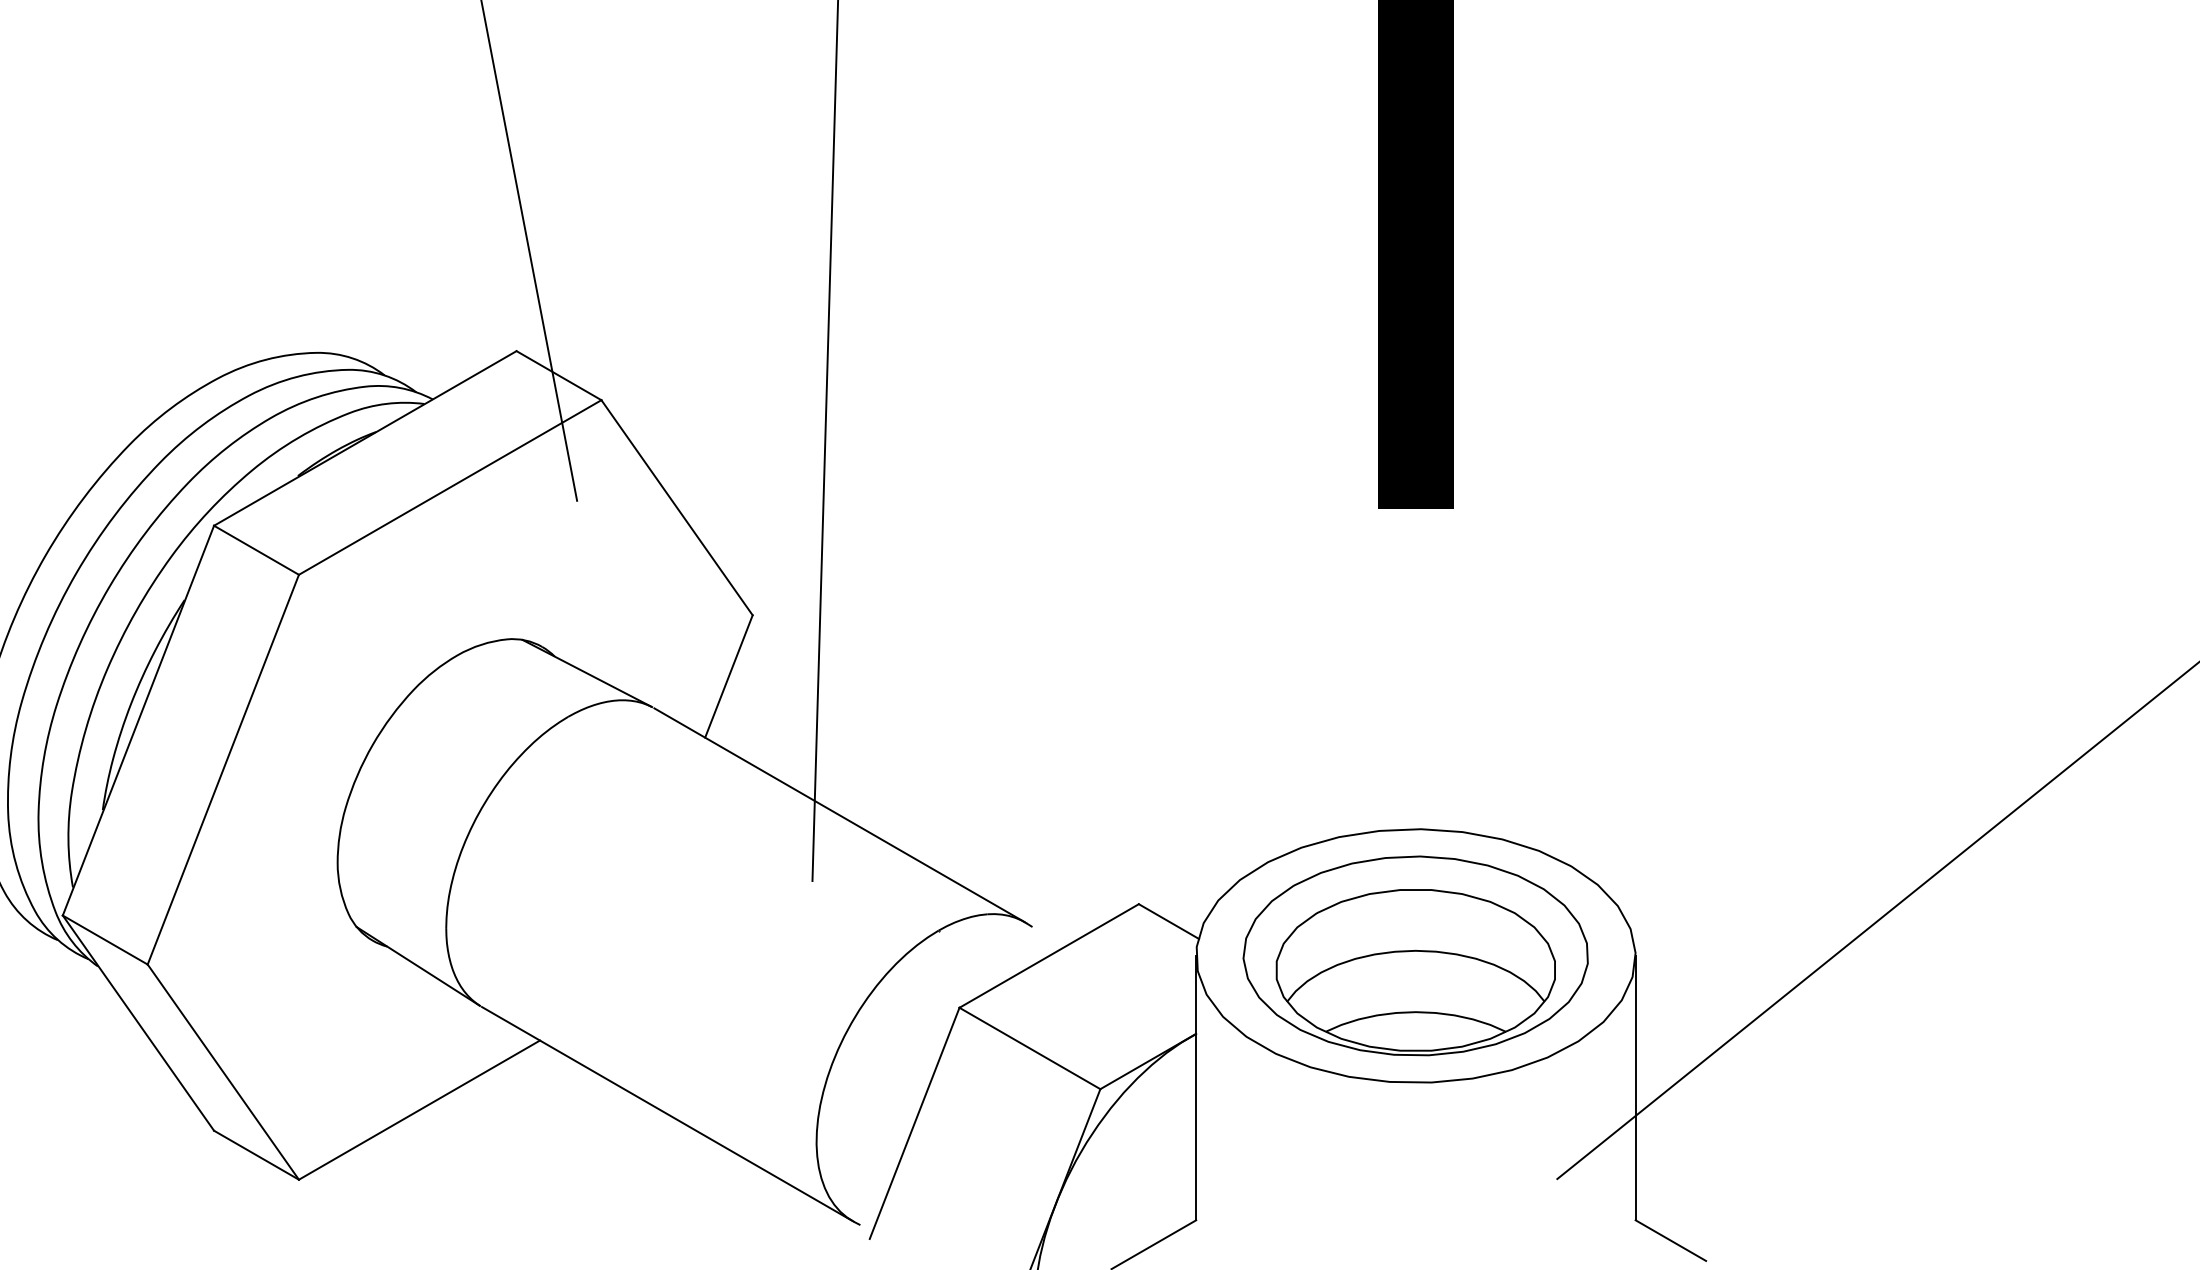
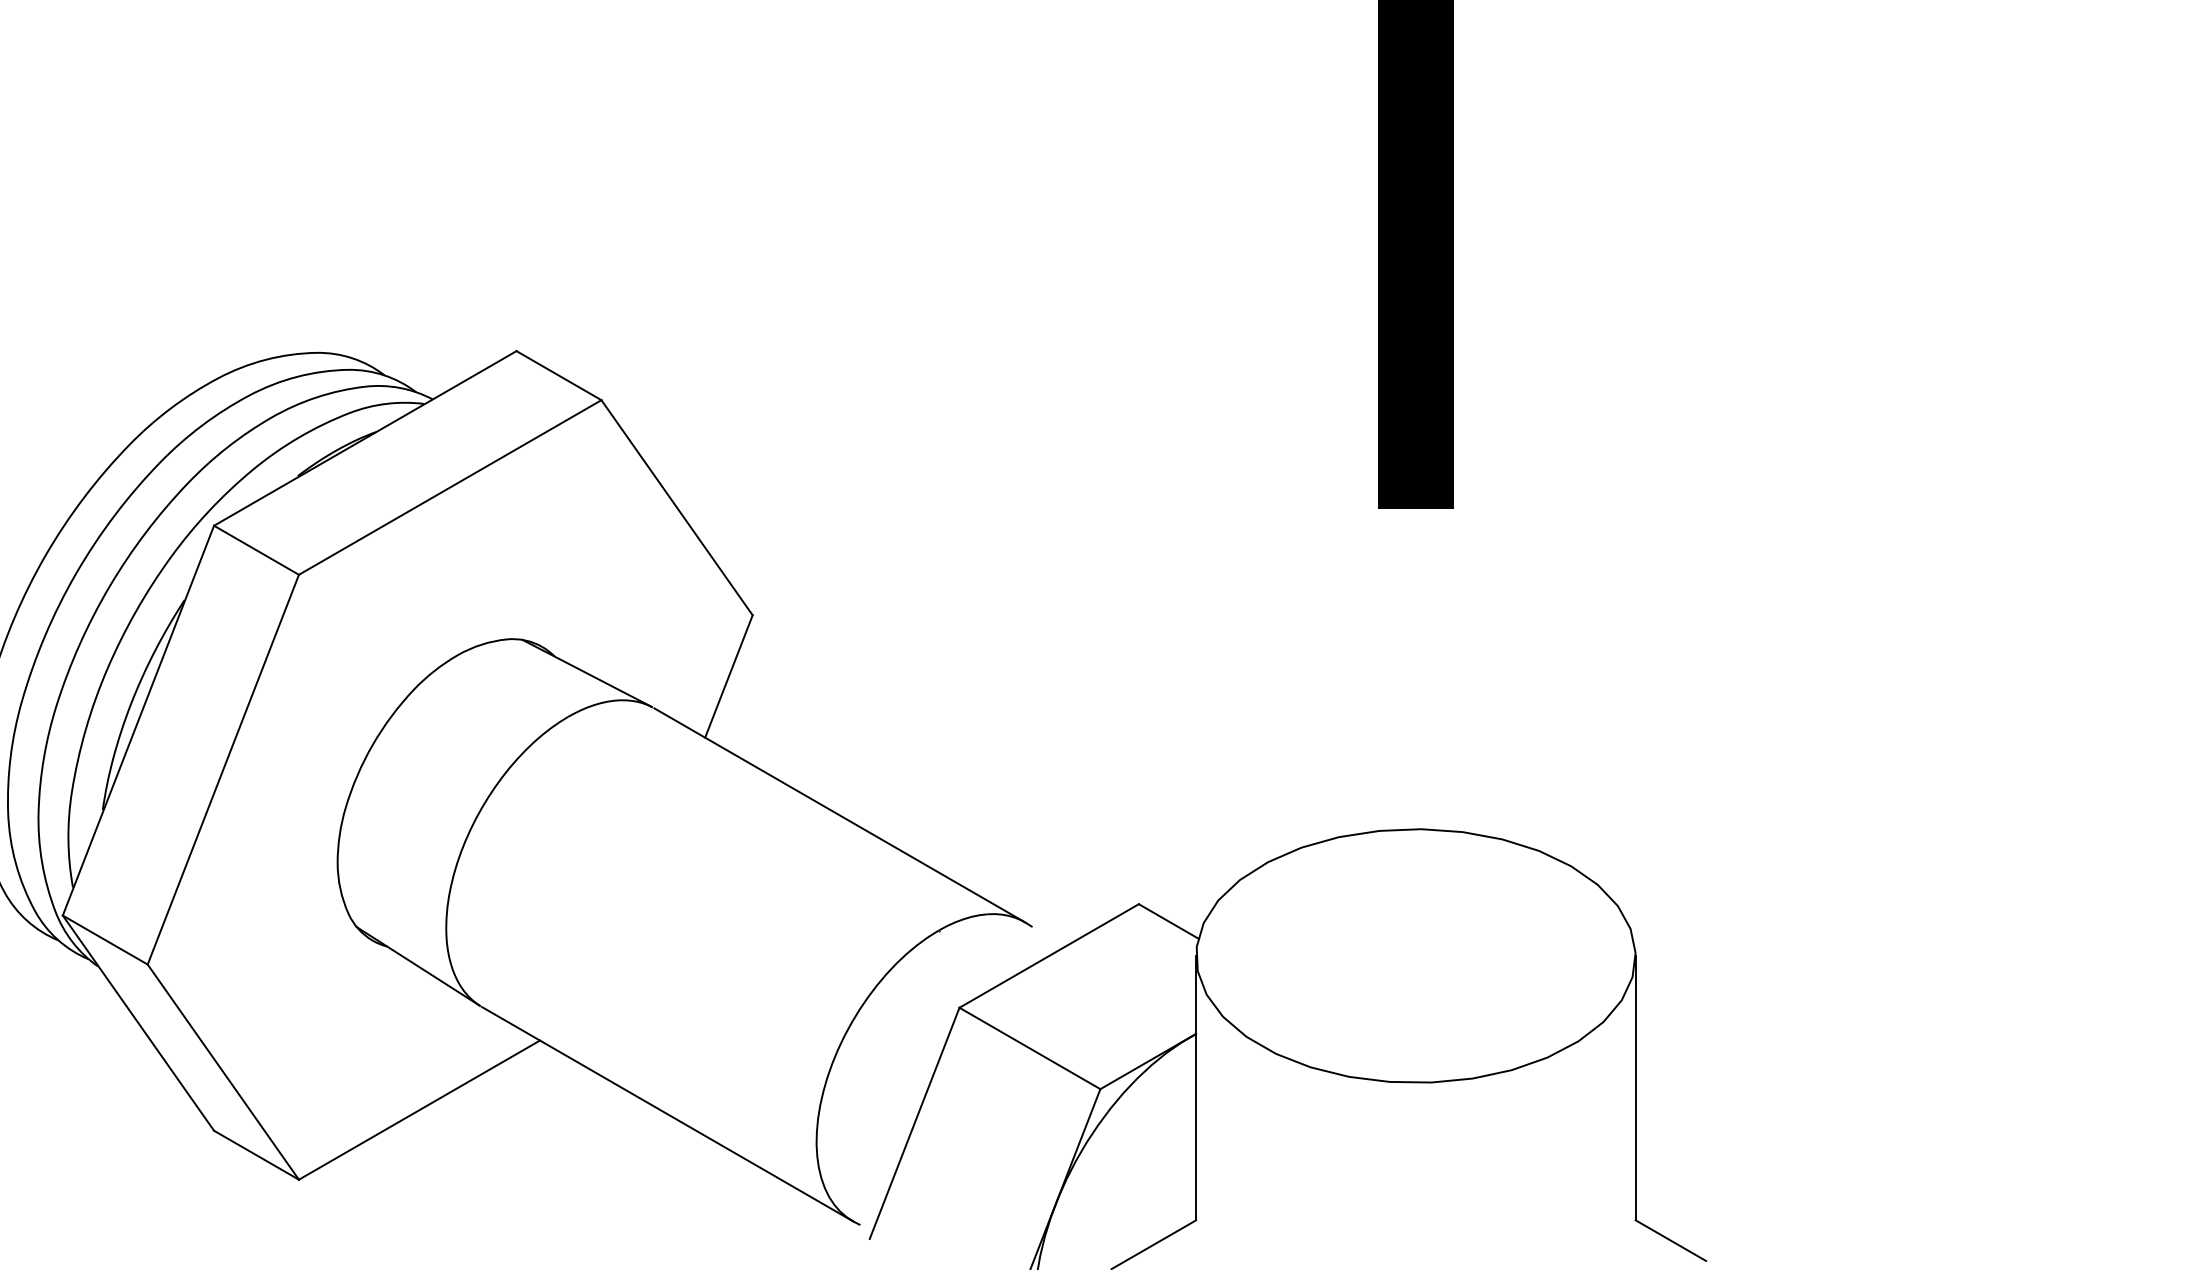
line at (529, 251): present -> none
line at (825, 441): present -> none
line at (1876, 921): present -> none
part at (1415, 955): present -> none
